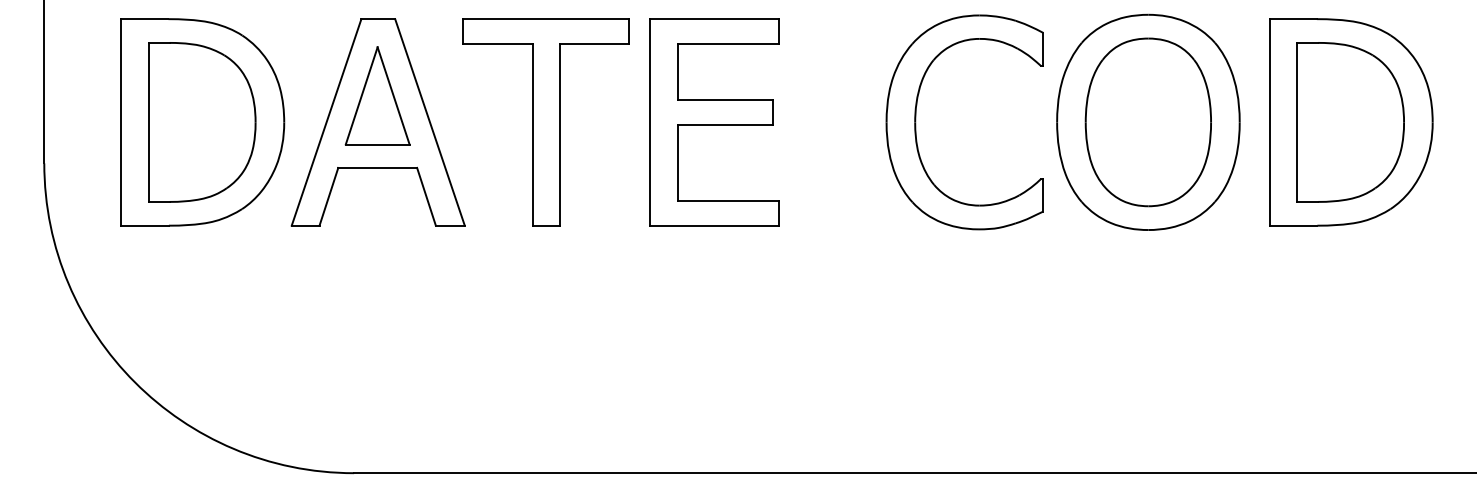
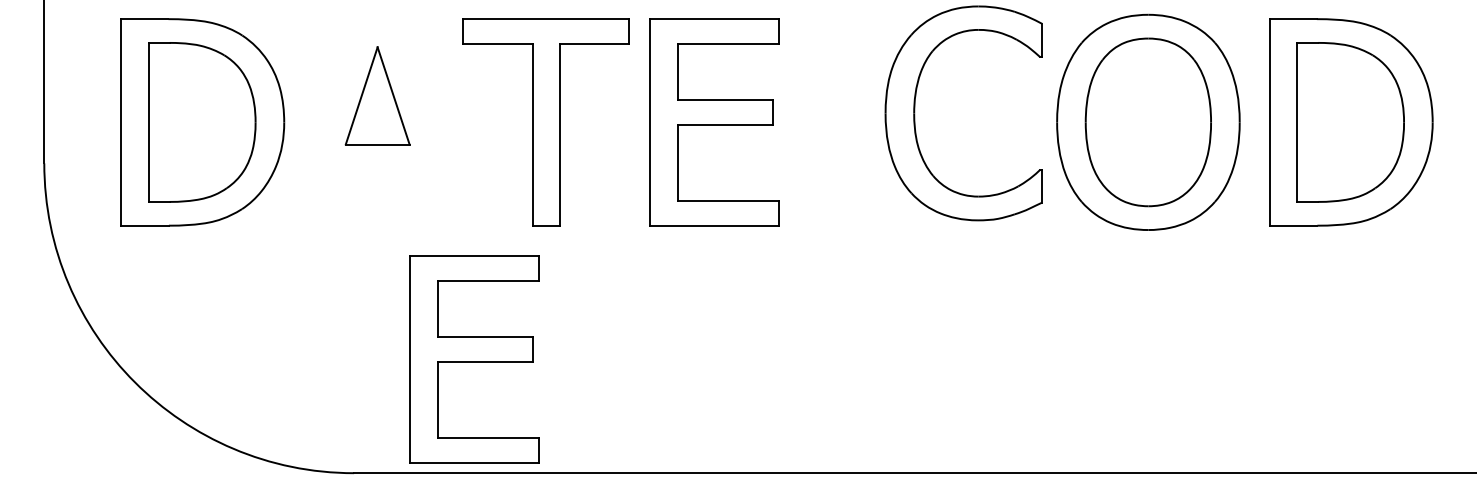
part at (377, 122): present -> none
part at (916, 122) position: (916, 122) -> (915, 113)
part at (474, 359): none -> present
